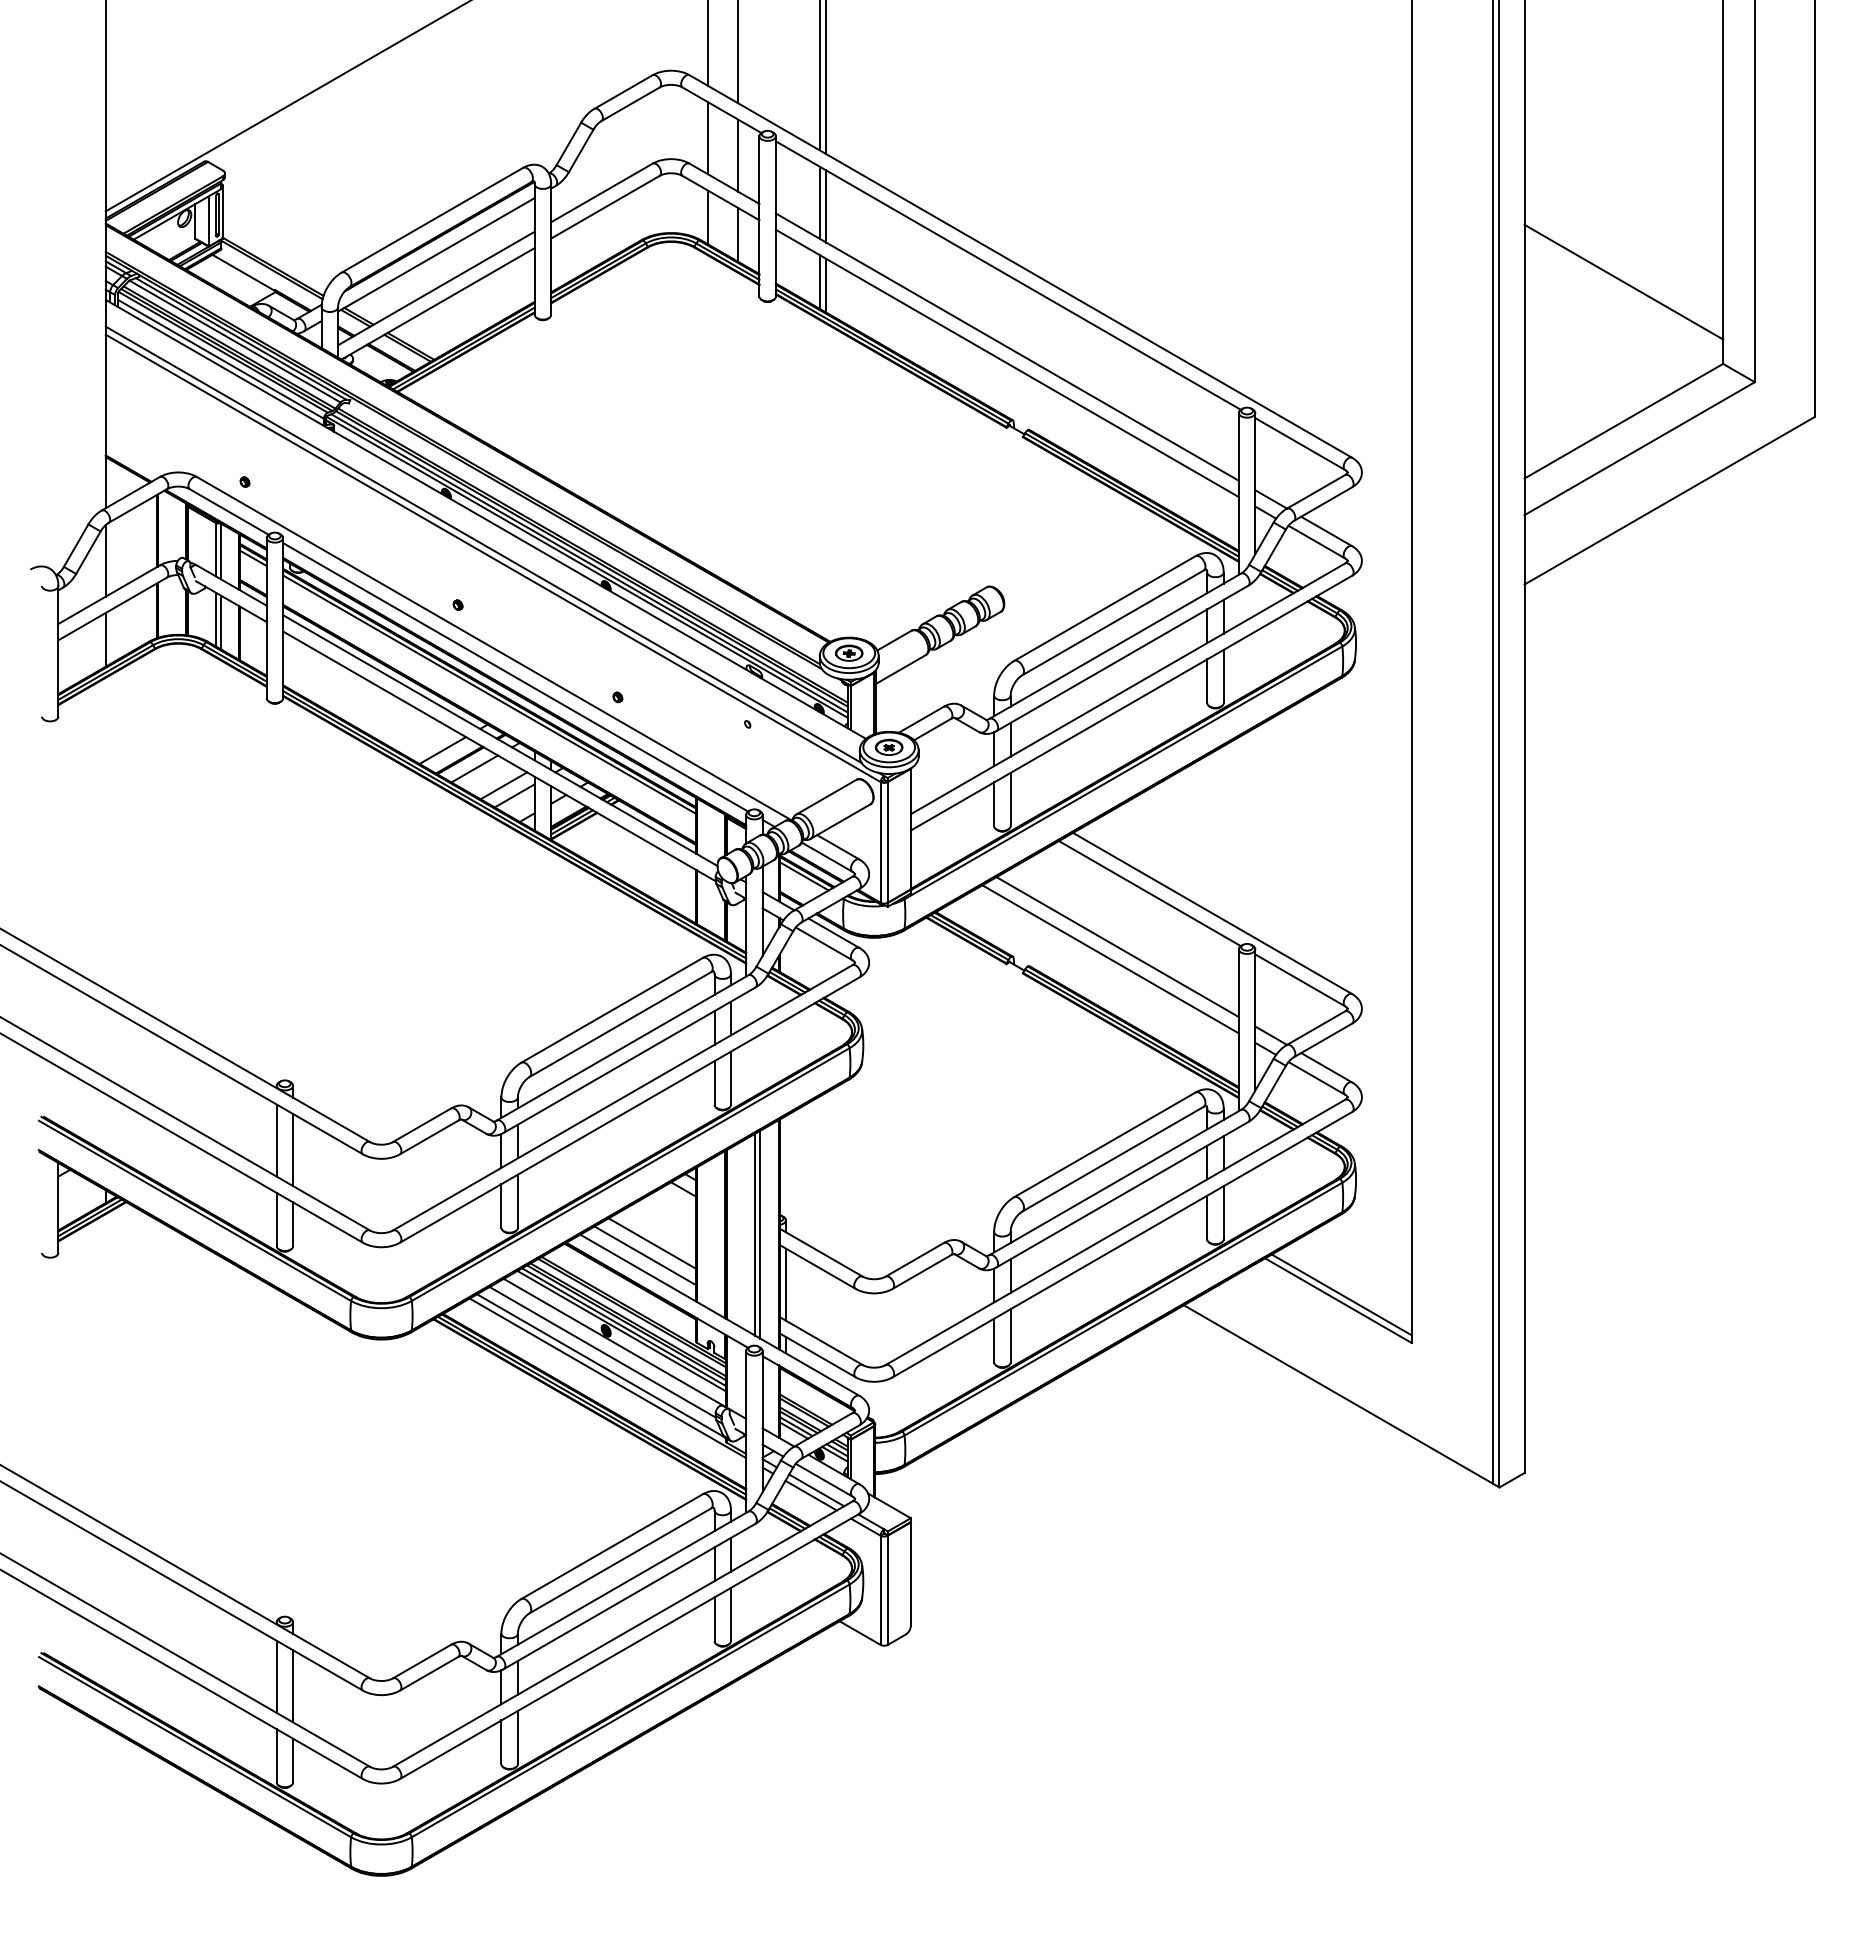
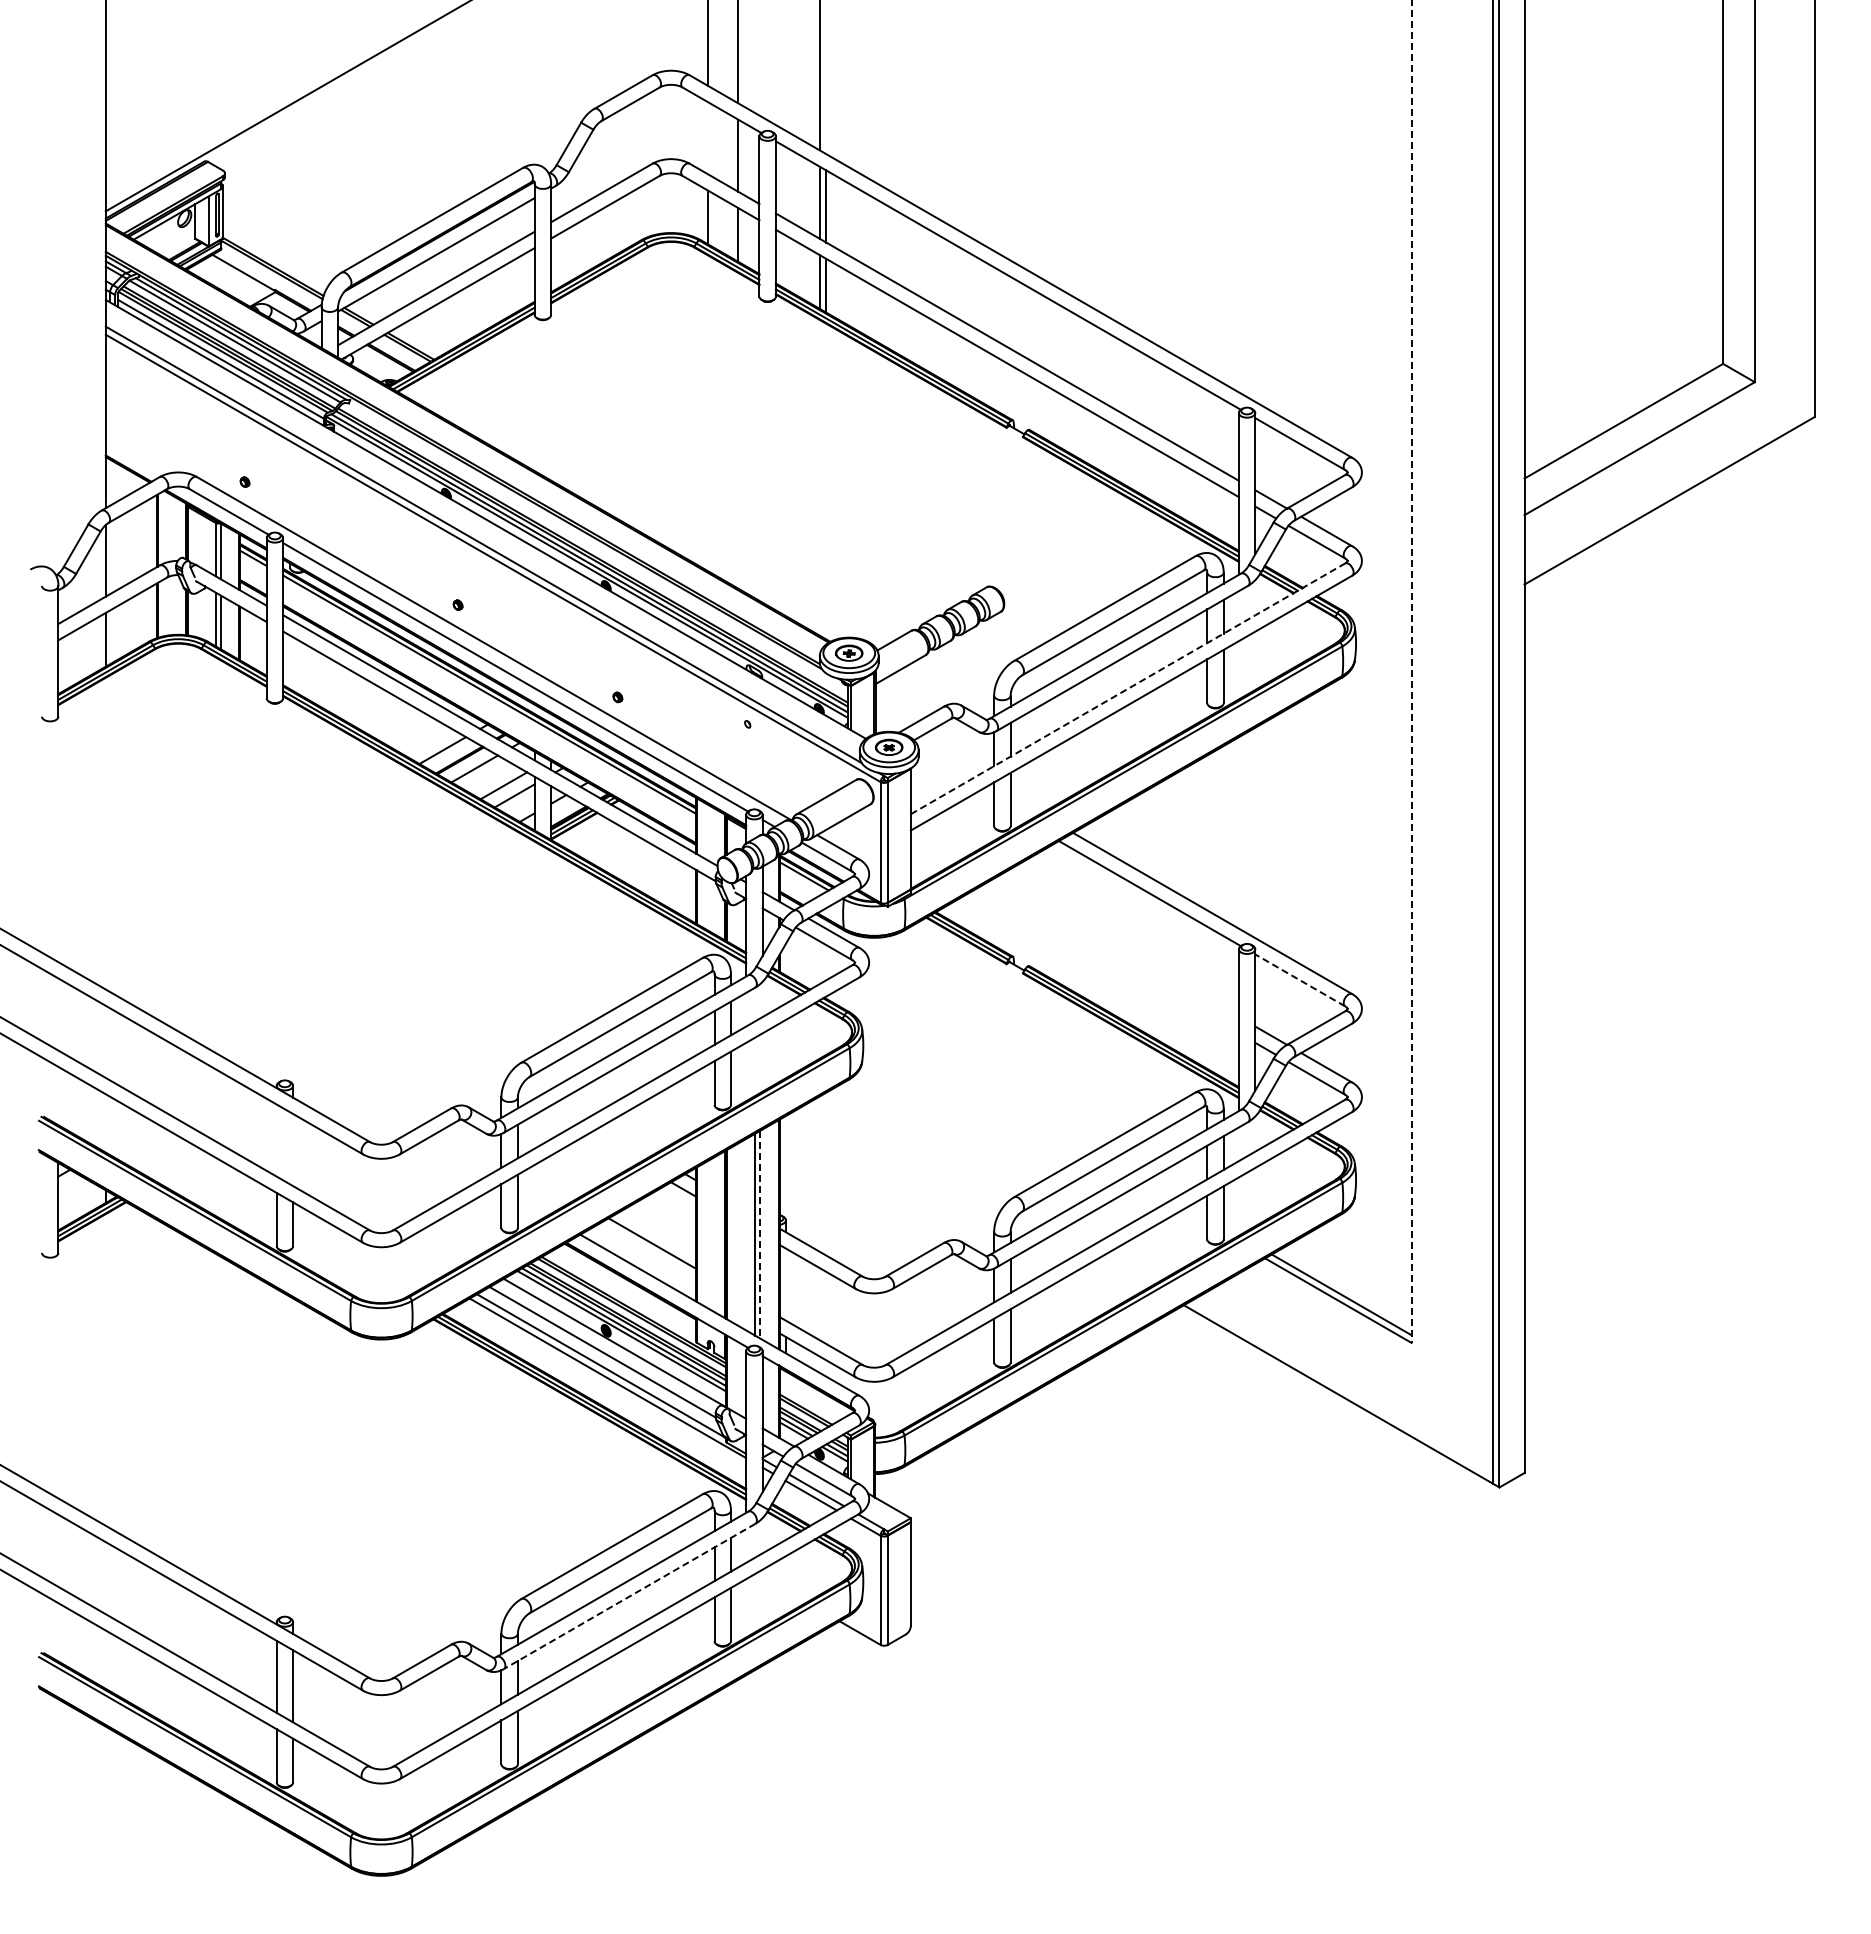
line at (826, 78): present -> none
line at (708, 138): present -> none
line at (1623, 281): present -> none
line at (1411, 672): solid -> dashed
line at (1127, 688): solid -> dashed
line at (1117, 947): present -> none
line at (1110, 959): present -> none
line at (1300, 980): solid -> dashed
line at (276, 1140): present -> none
line at (293, 1150): present -> none
line at (760, 1234): solid -> dashed
line at (644, 1255): present -> none
line at (785, 1284): present -> none
line at (629, 1596): solid -> dashed
